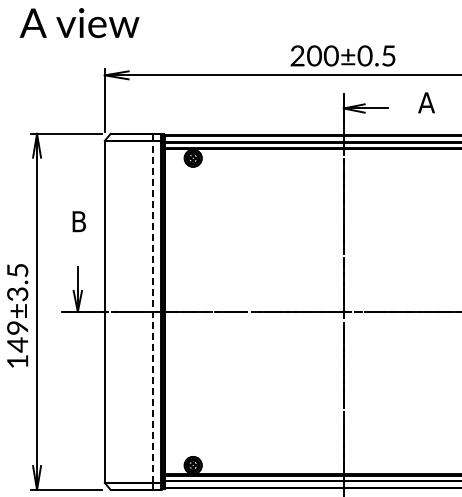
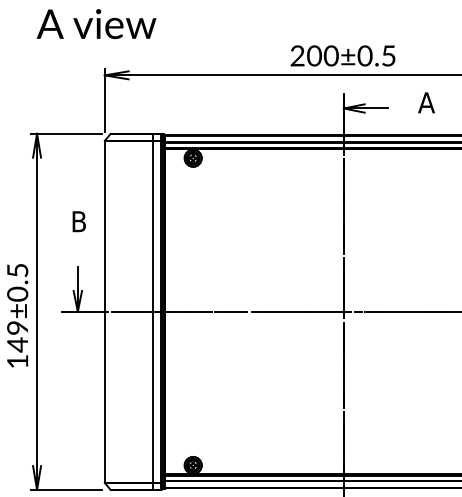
text at (79, 23) position: (79, 23) -> (96, 24)
text at (17, 293): 149±3.5 -> 149±0.5
line at (152, 311): dashed -> solid
